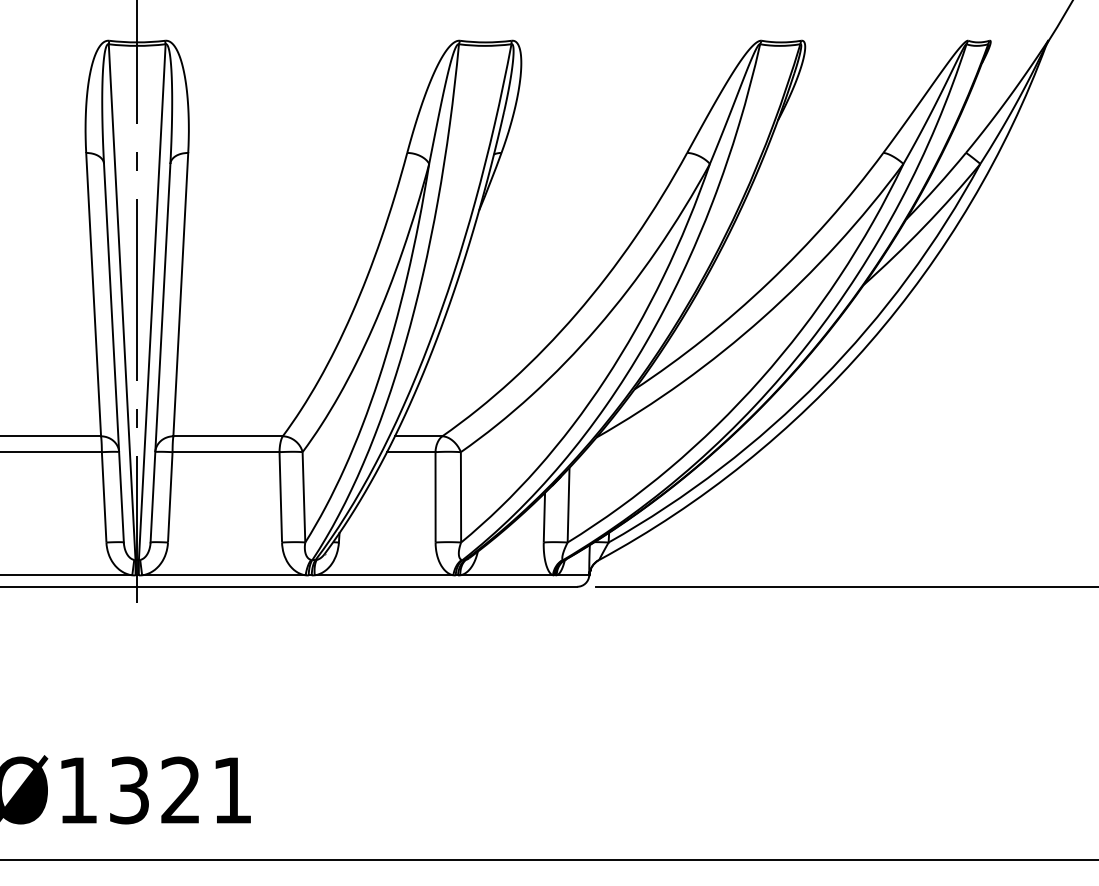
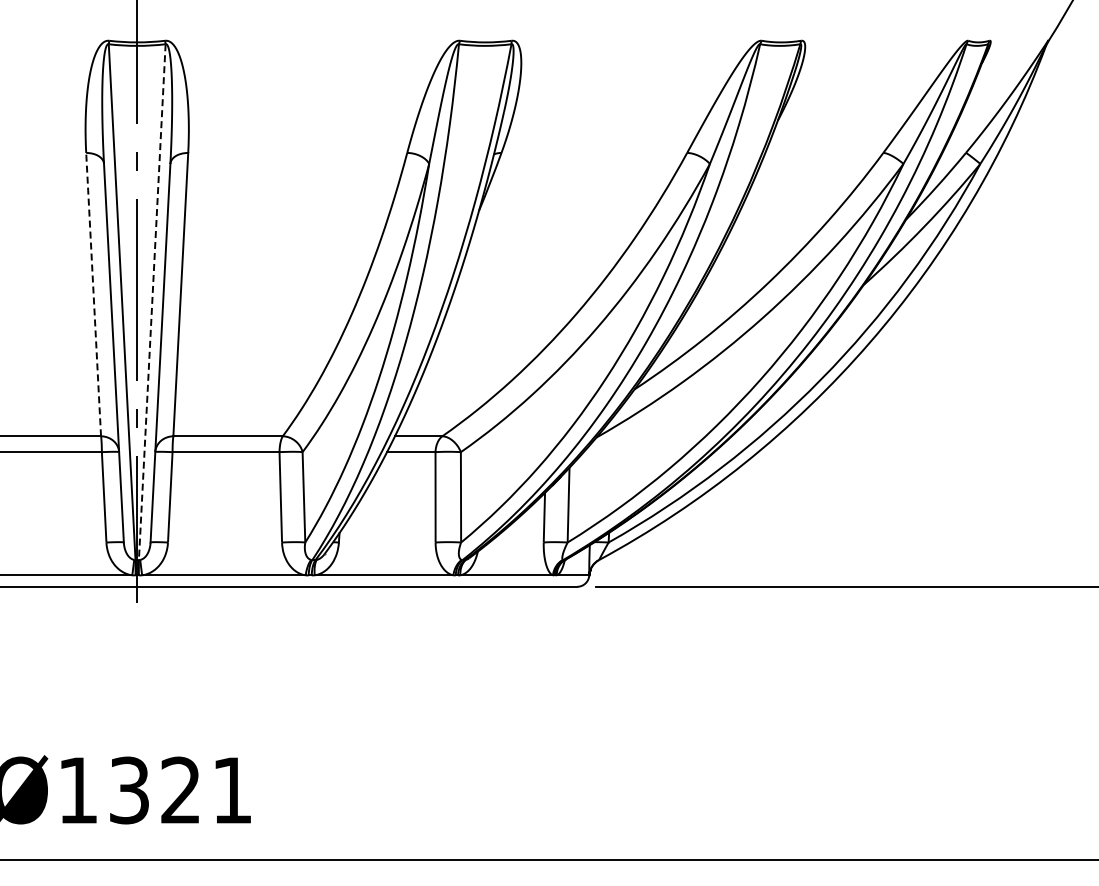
line at (93, 294): solid -> dashed
line at (152, 302): solid -> dashed
